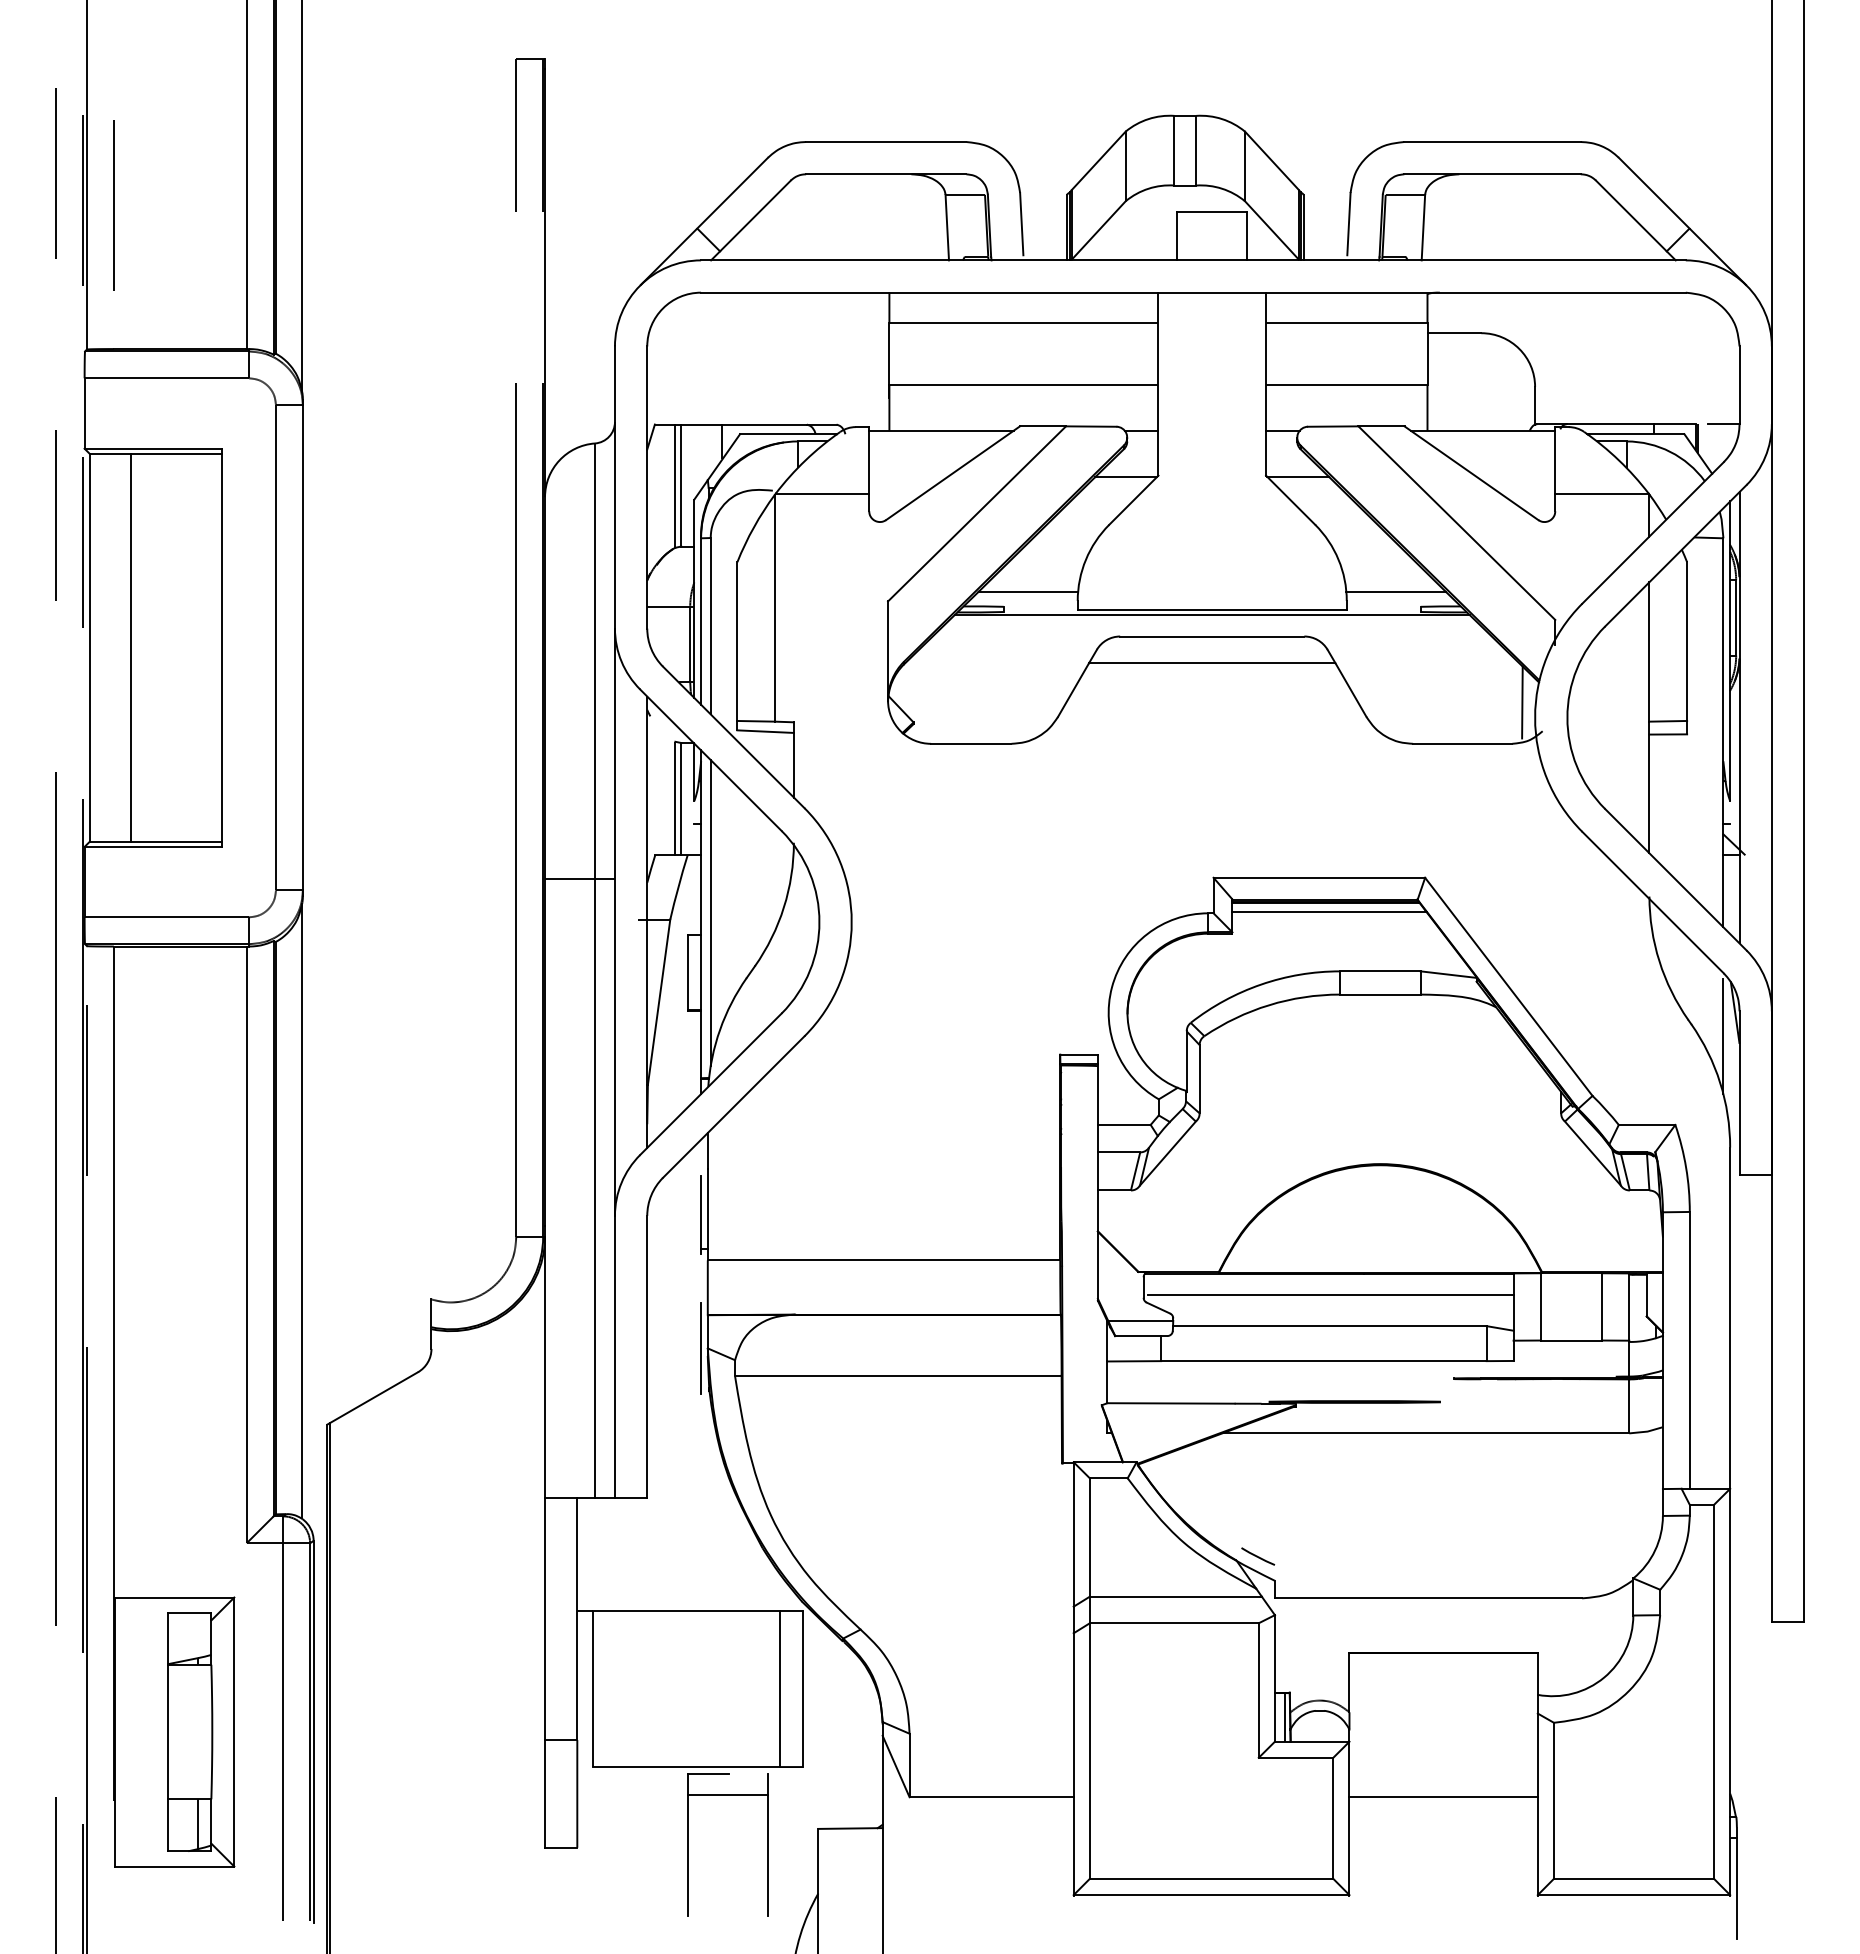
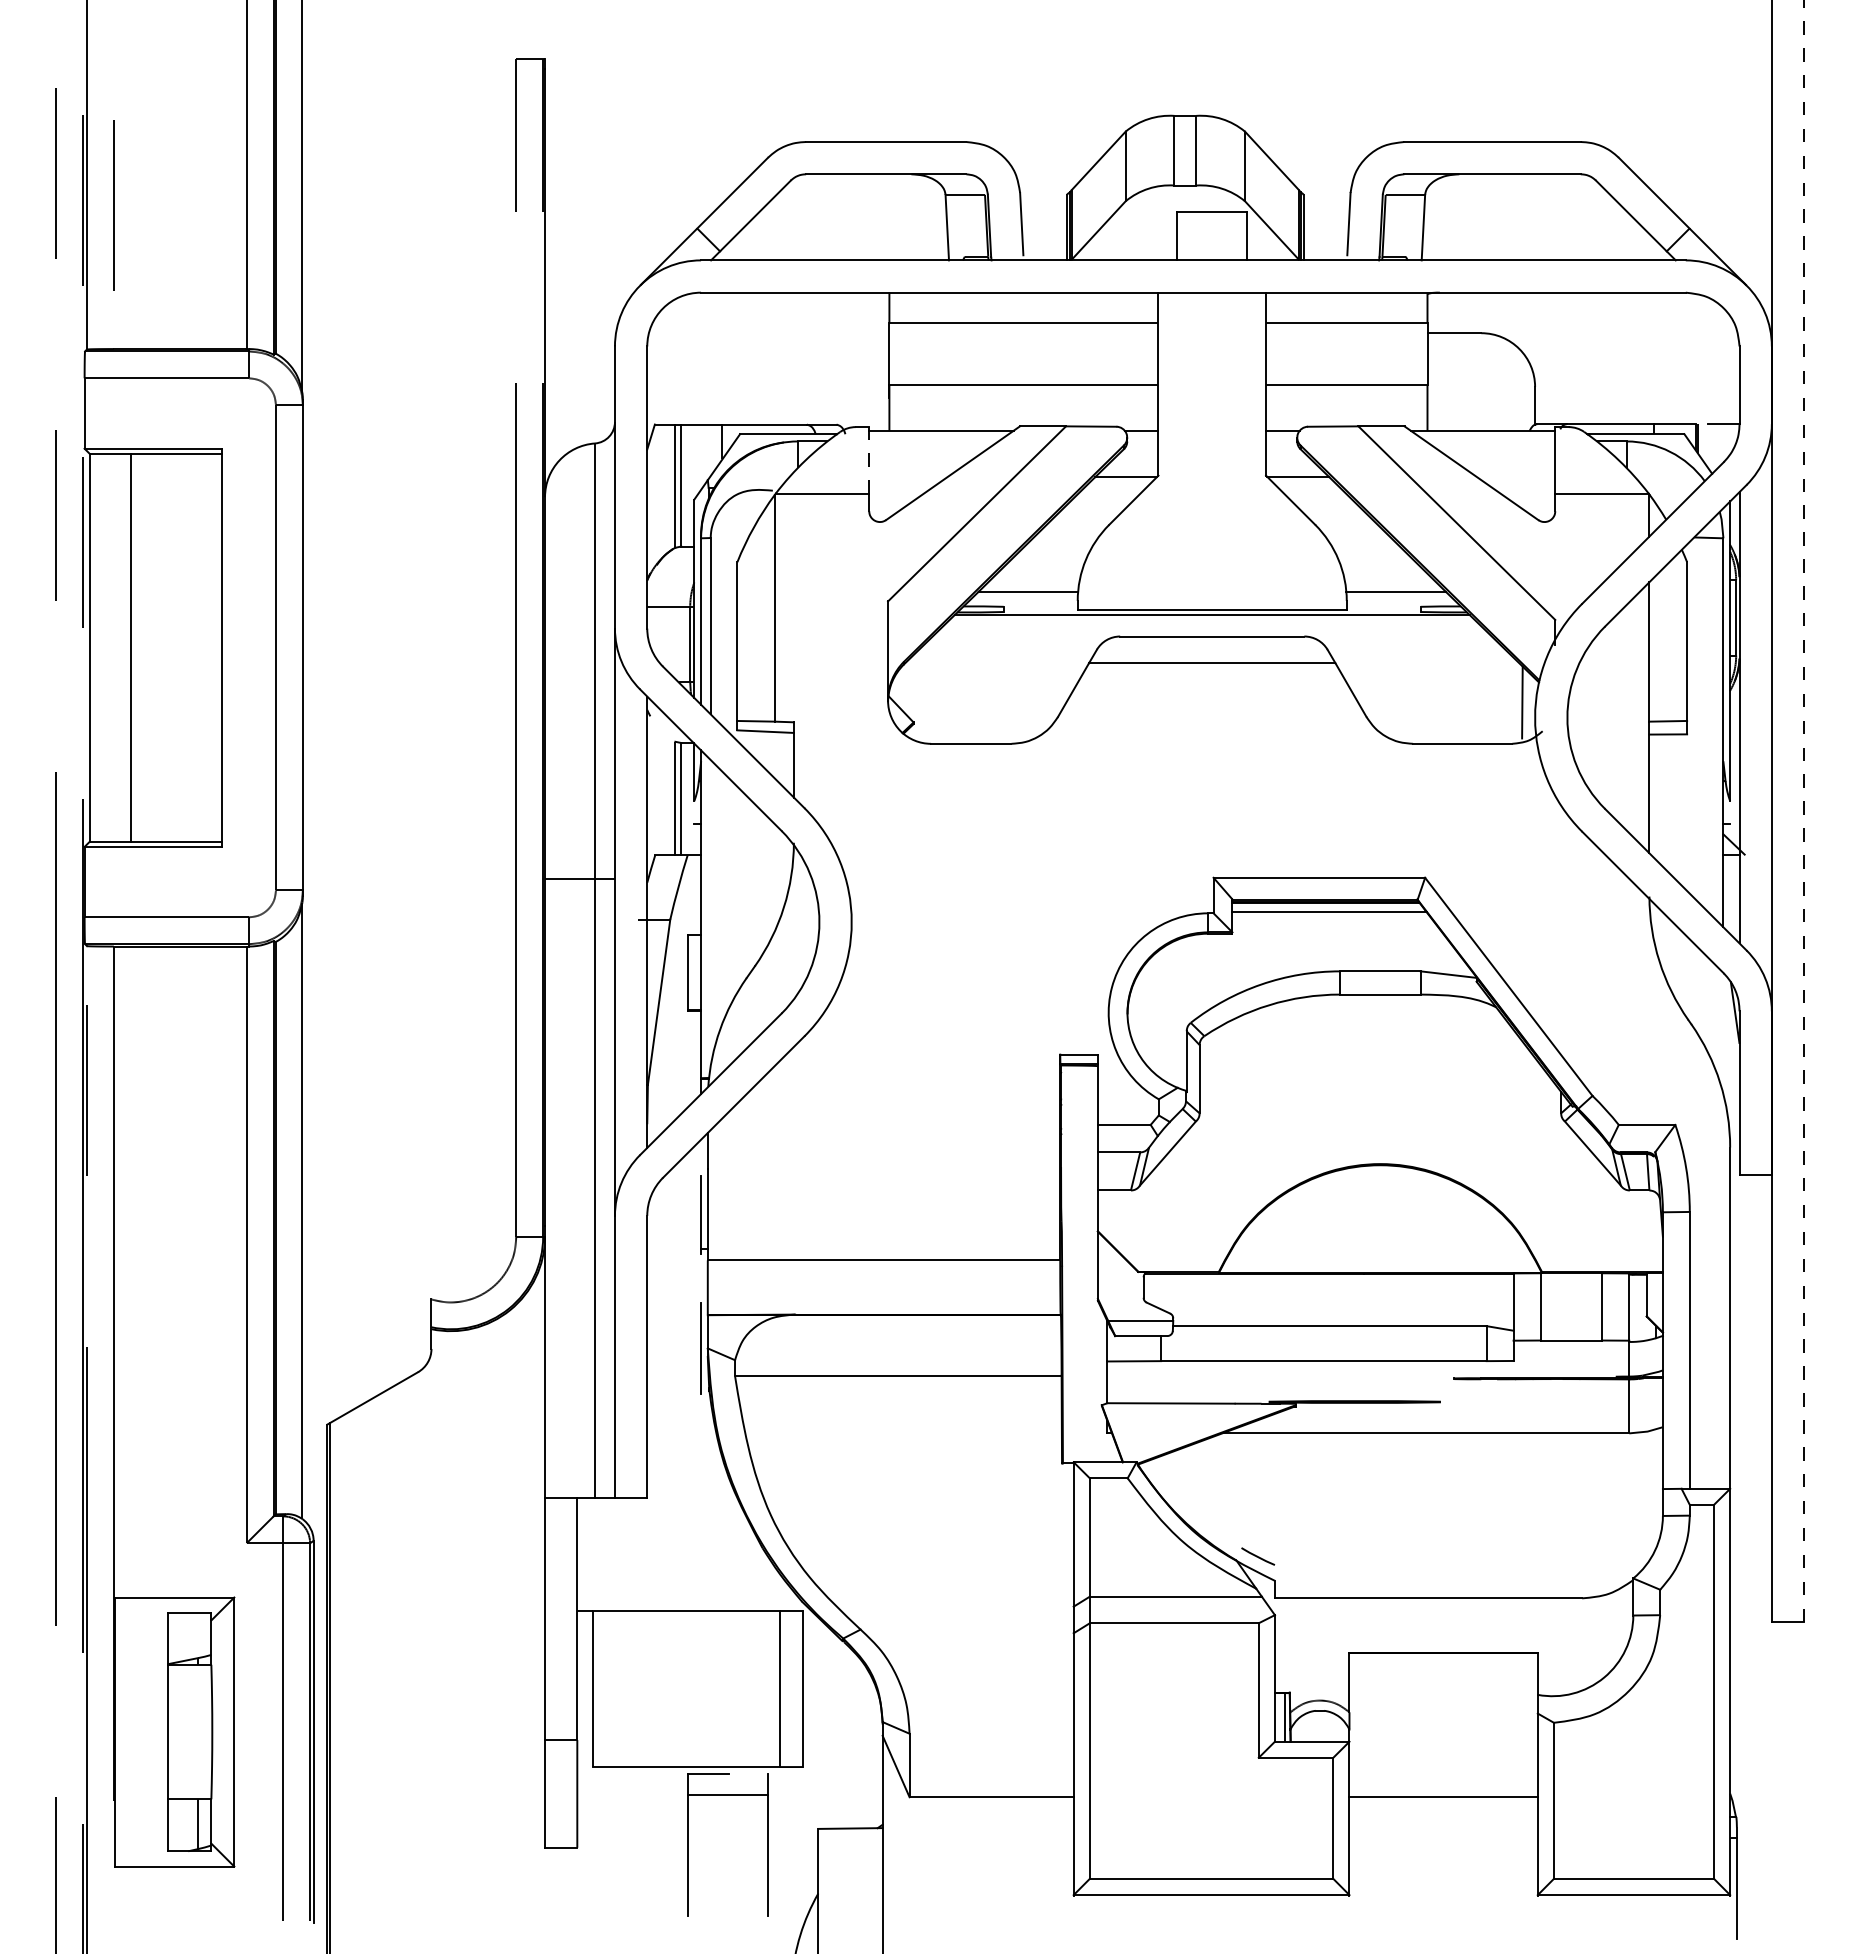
line at (869, 459): solid -> dashed
line at (1804, 811): solid -> dashed
line at (710, 913): present -> none
line at (1723, 1036): present -> none
line at (1330, 1295): present -> none
